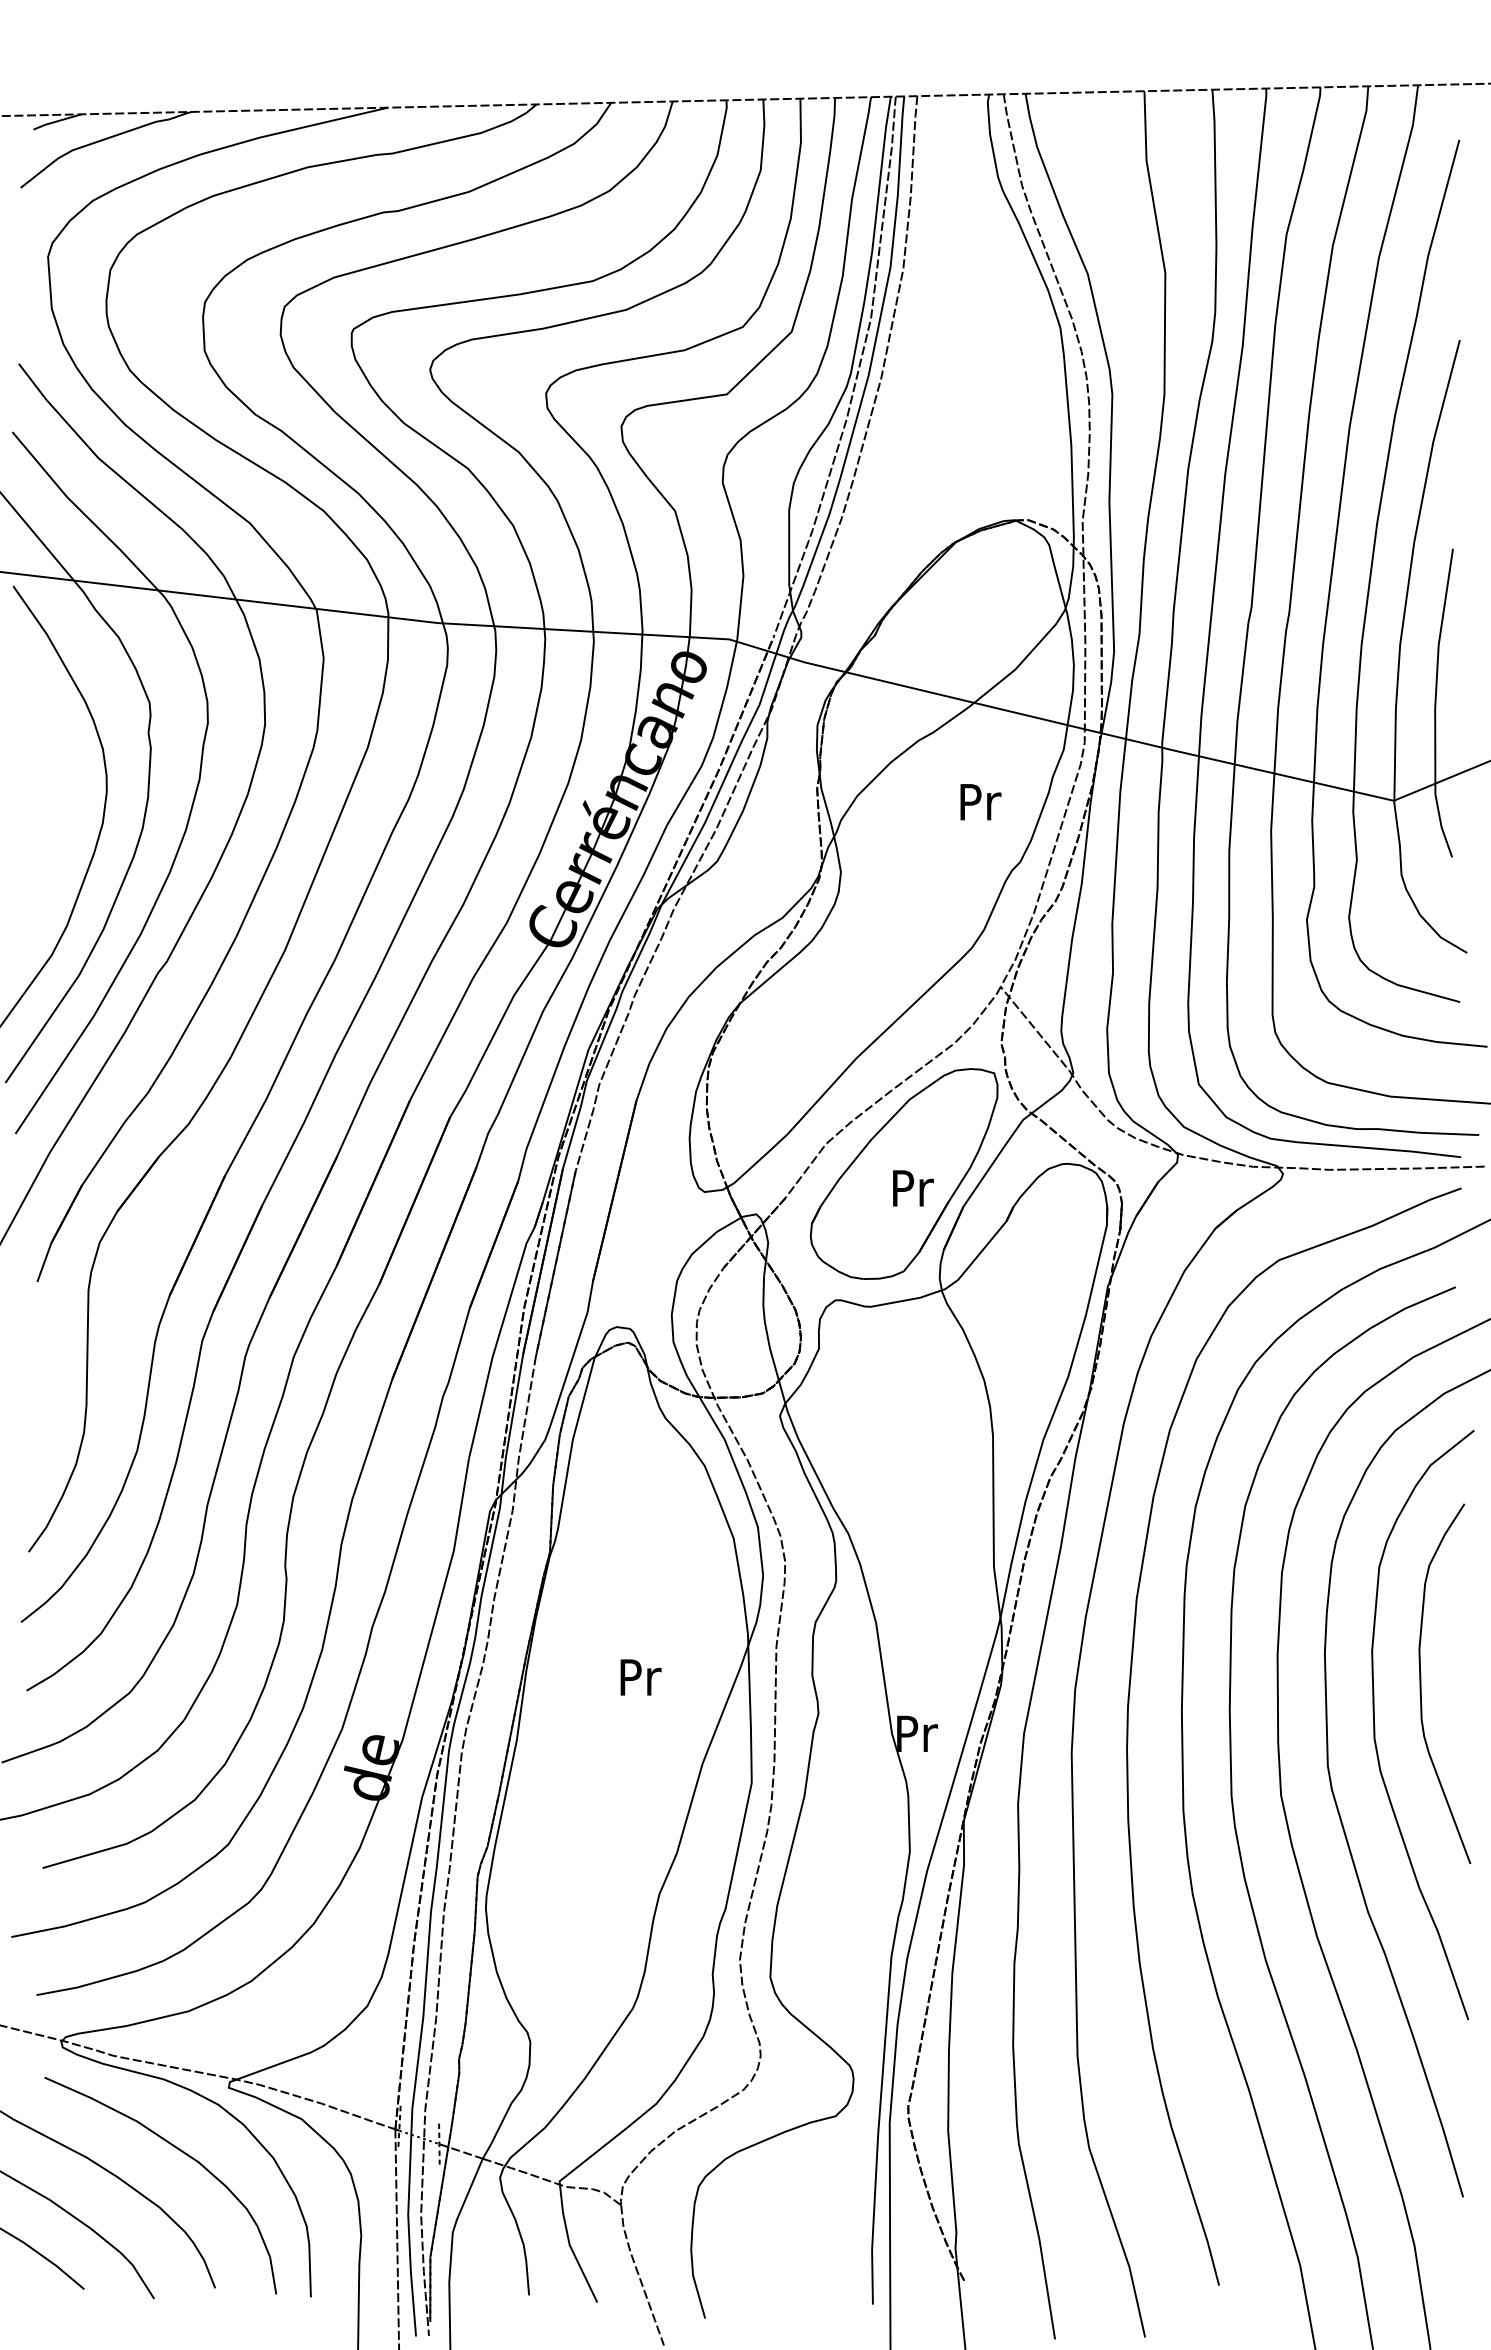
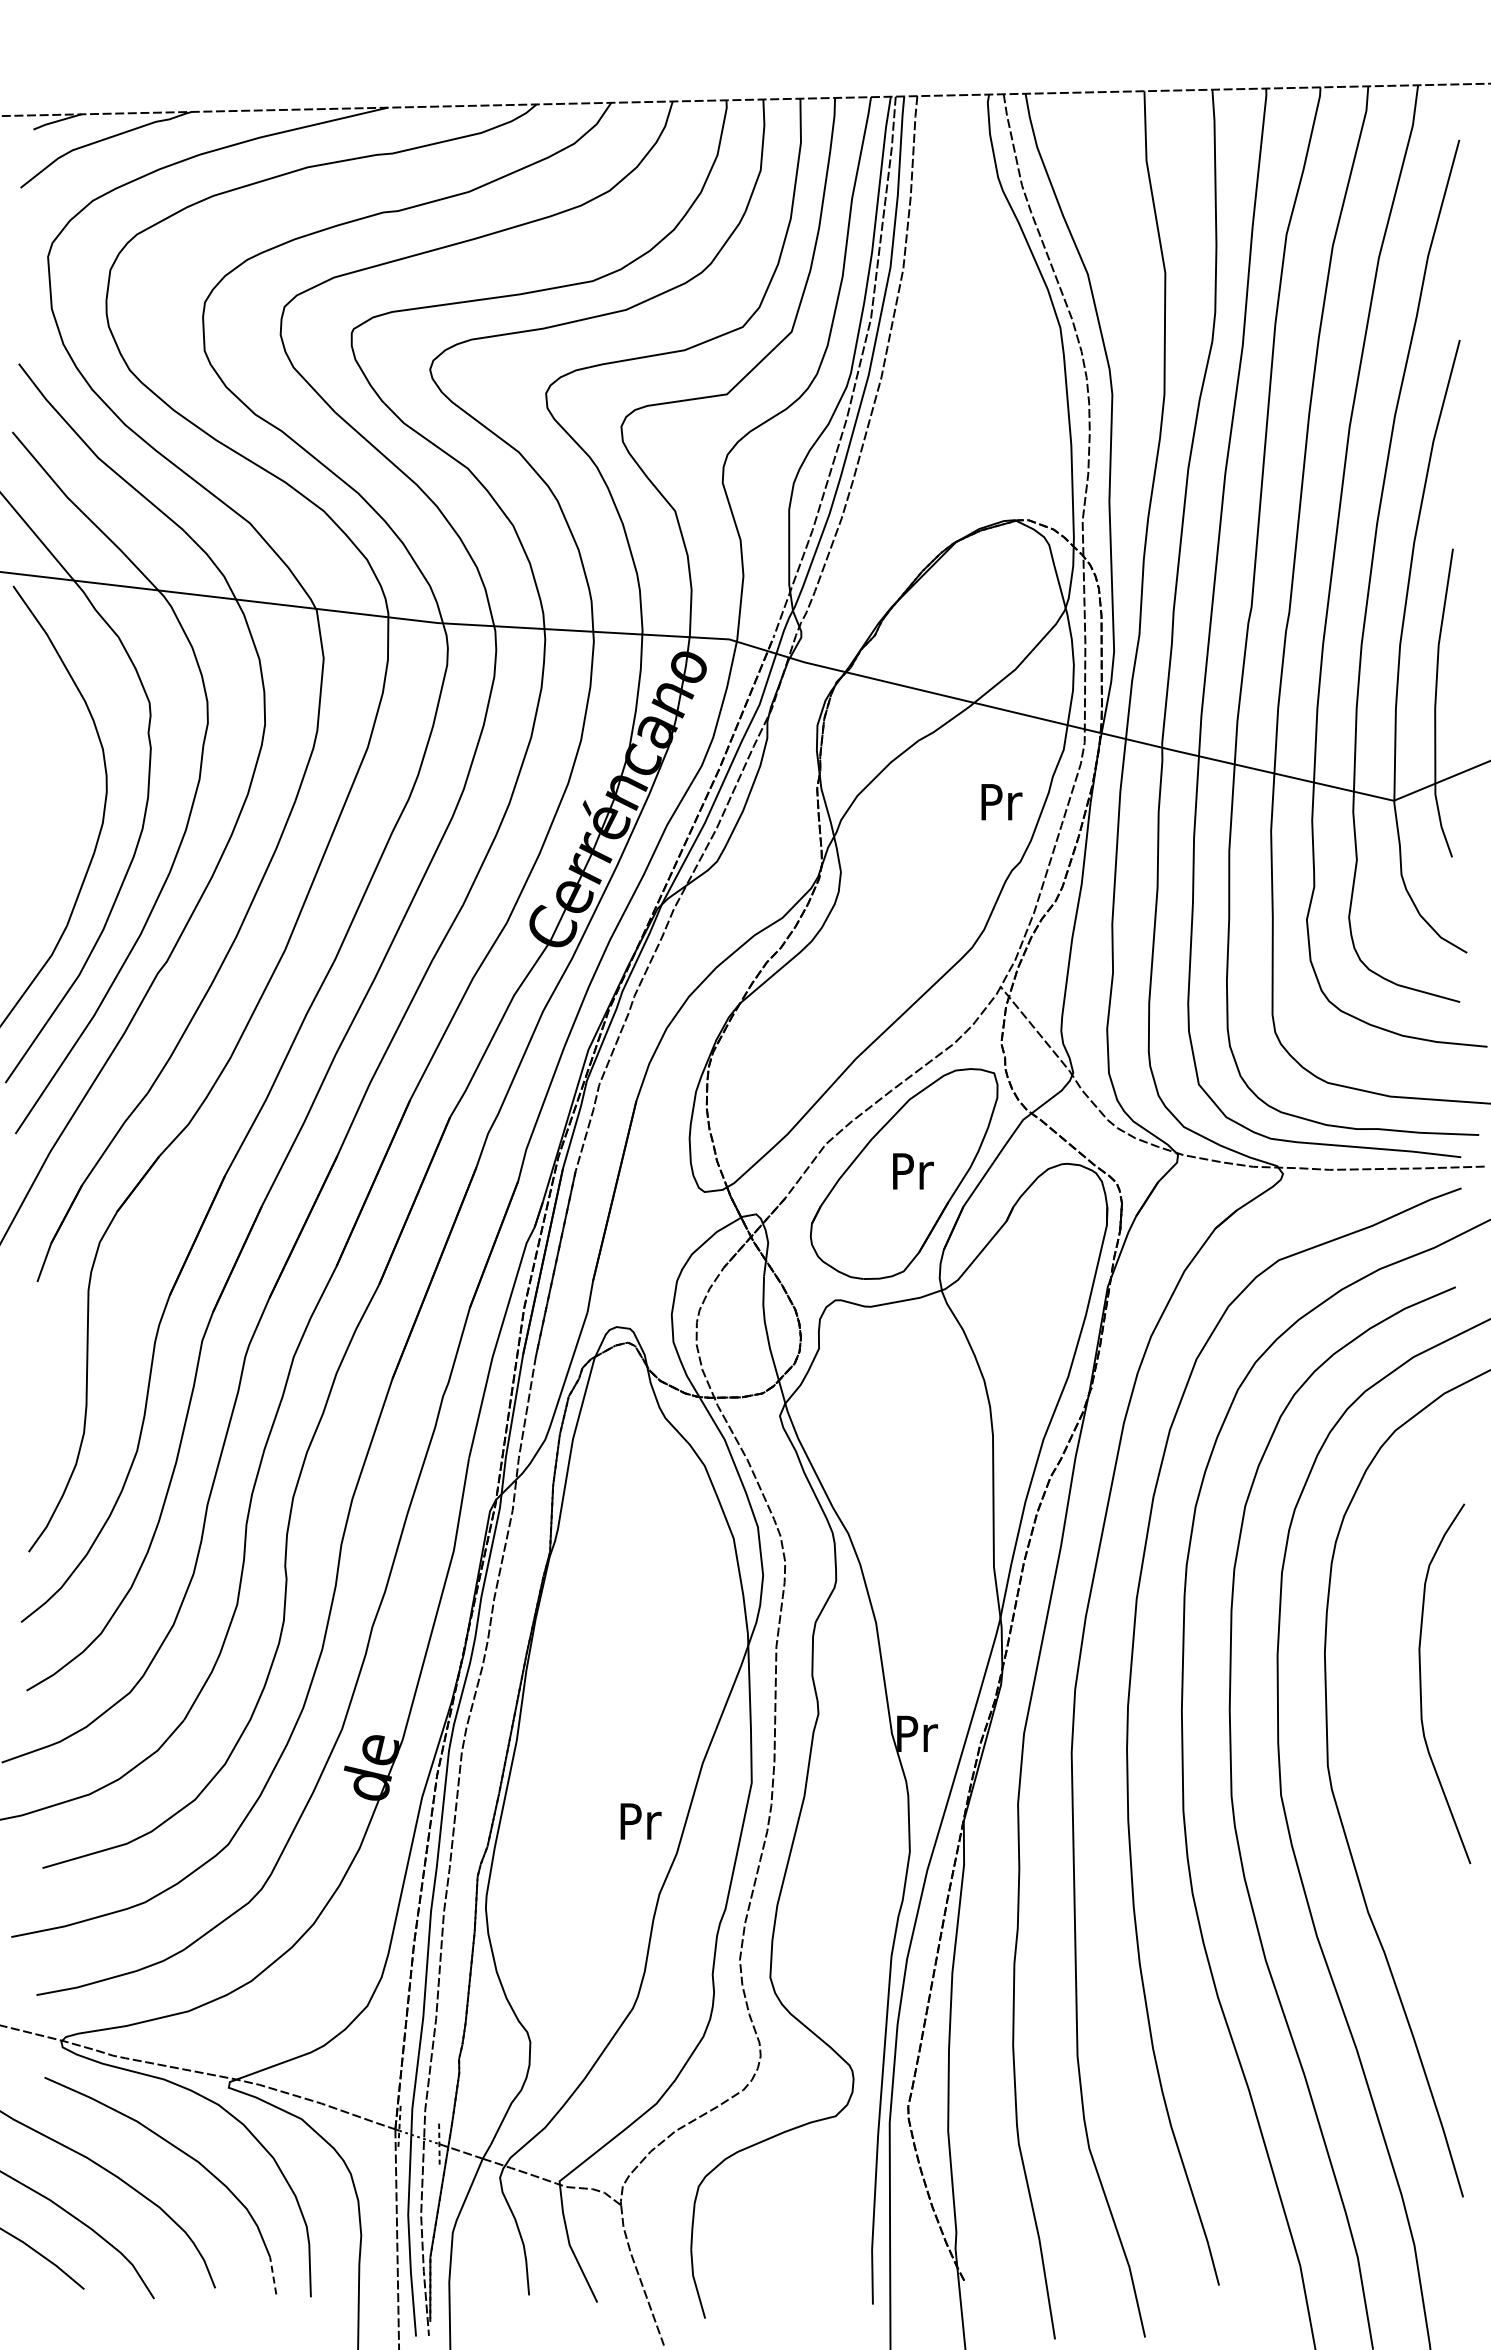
text at (980, 802) position: (980, 802) -> (1001, 802)
text at (913, 1188) position: (913, 1188) -> (913, 1171)
text at (640, 1677) position: (640, 1677) -> (640, 1821)
curve at (1375, 1725): present -> none
line at (273, 2275): solid -> dashed
